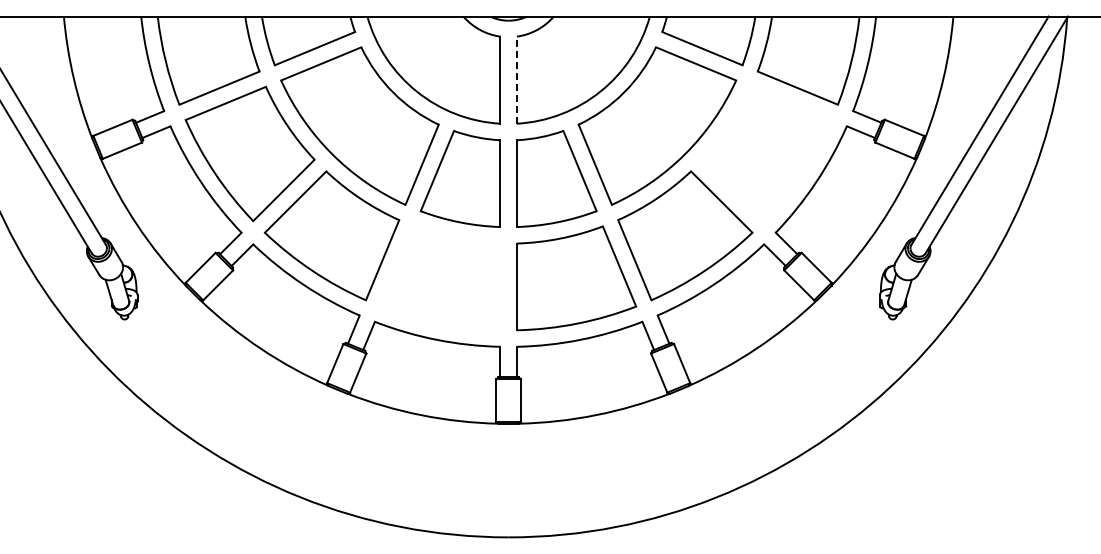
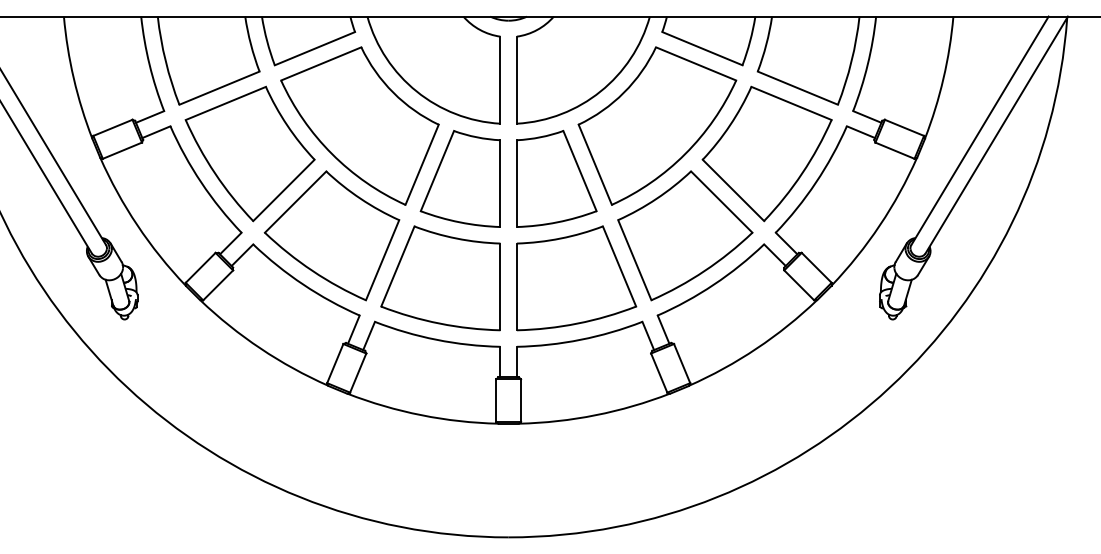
line at (516, 80): dashed -> solid
part at (766, 153): none -> present
part at (440, 278): none -> present
